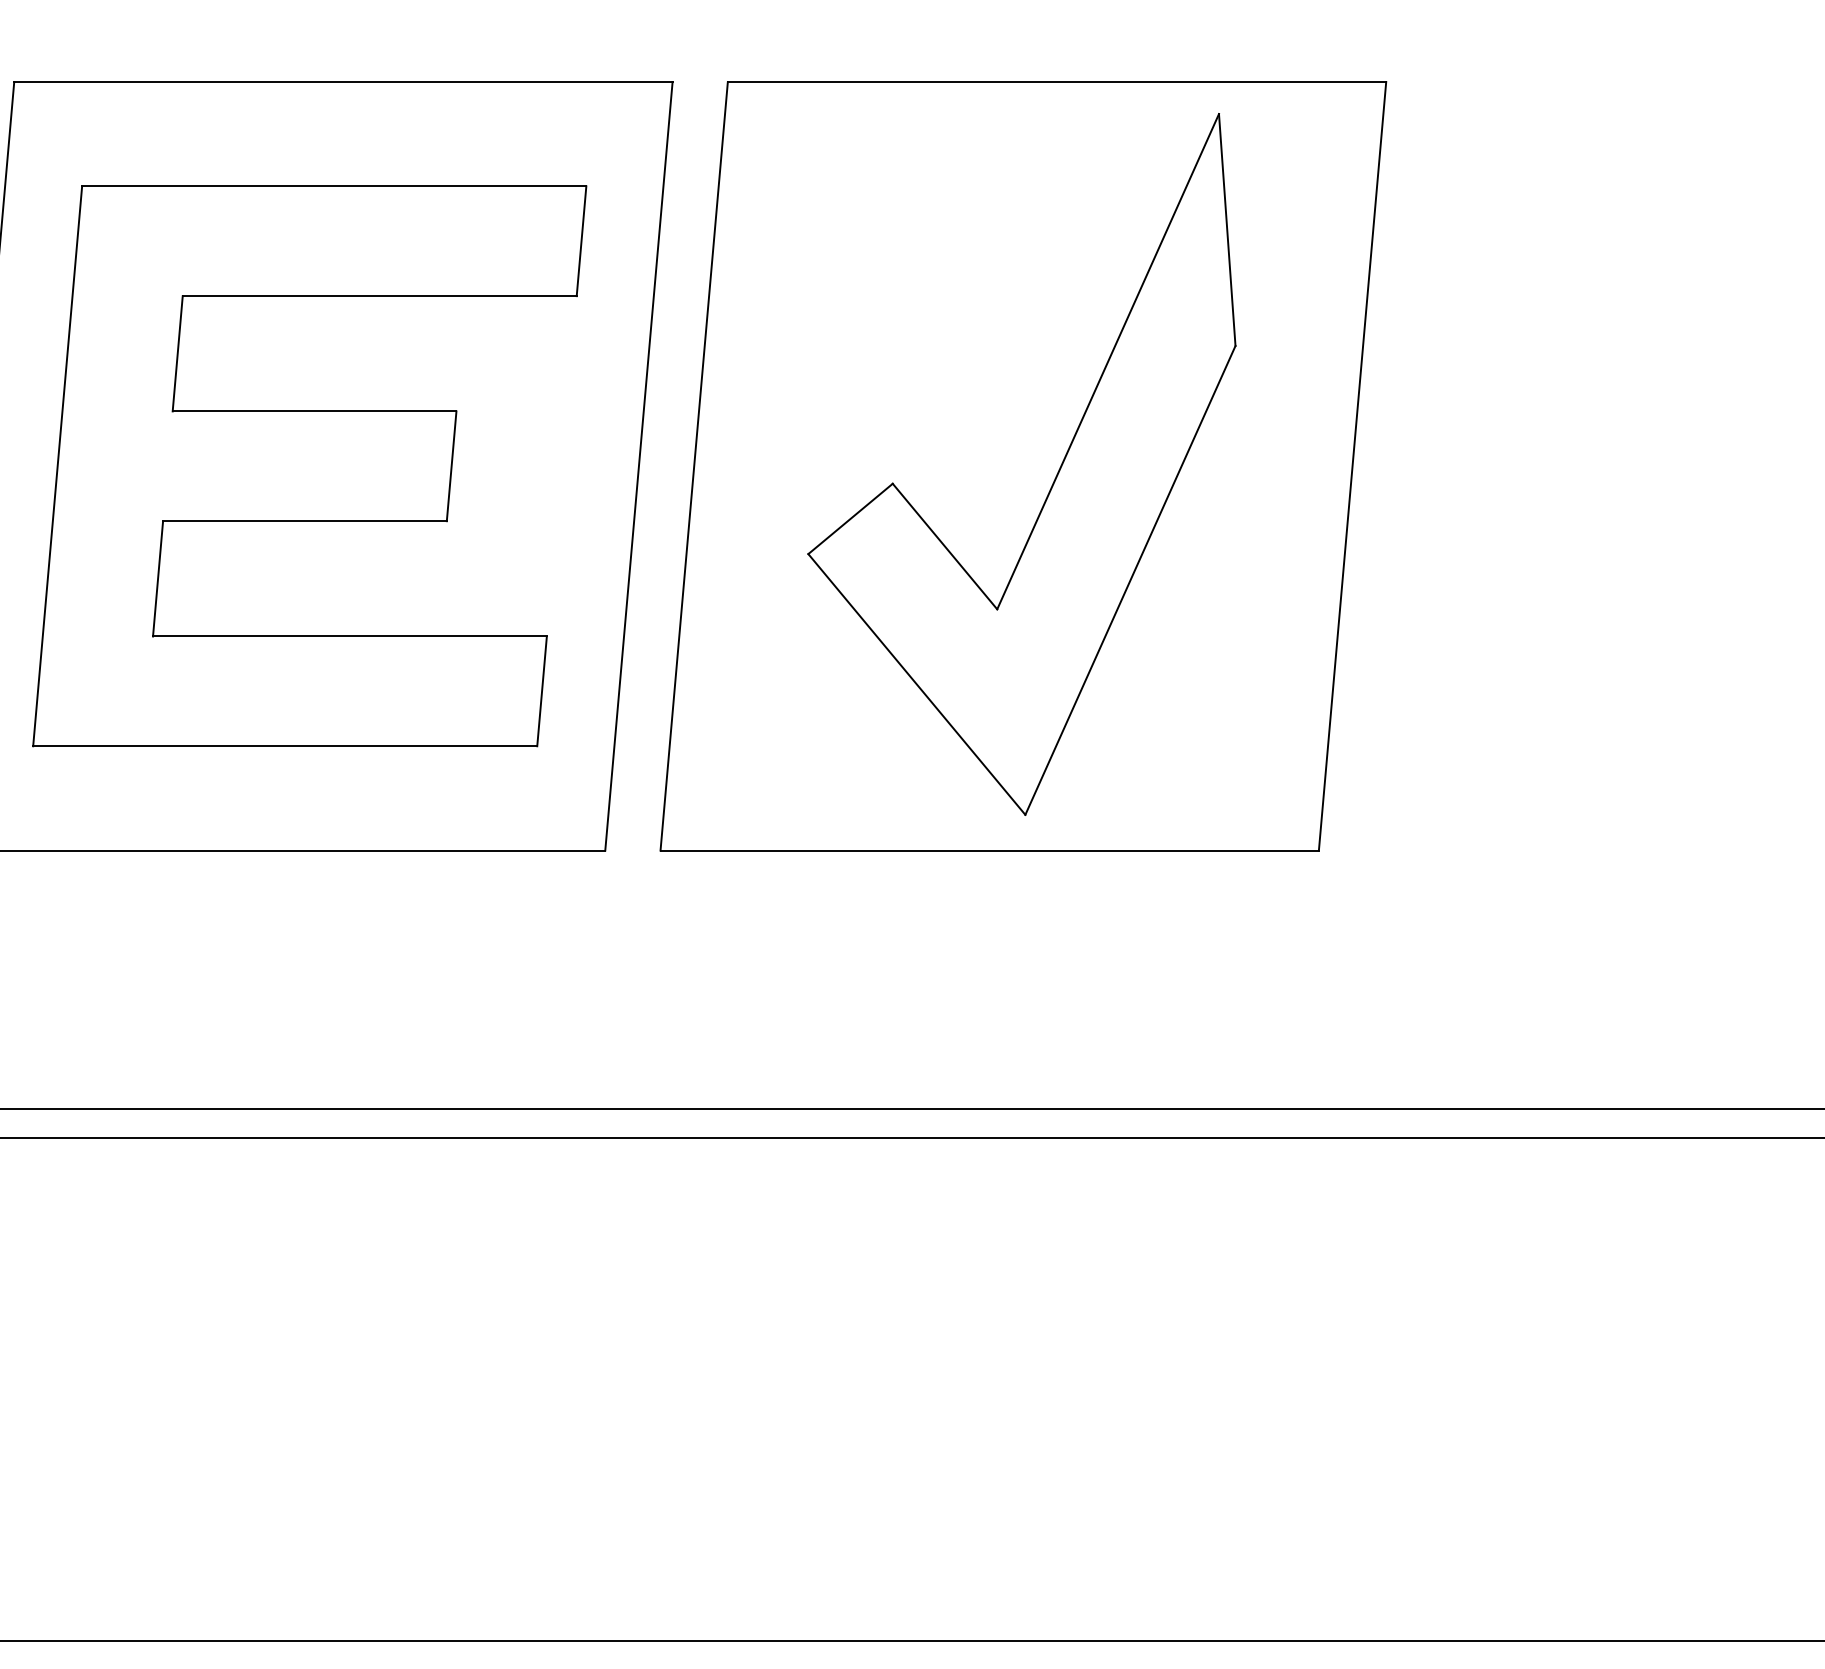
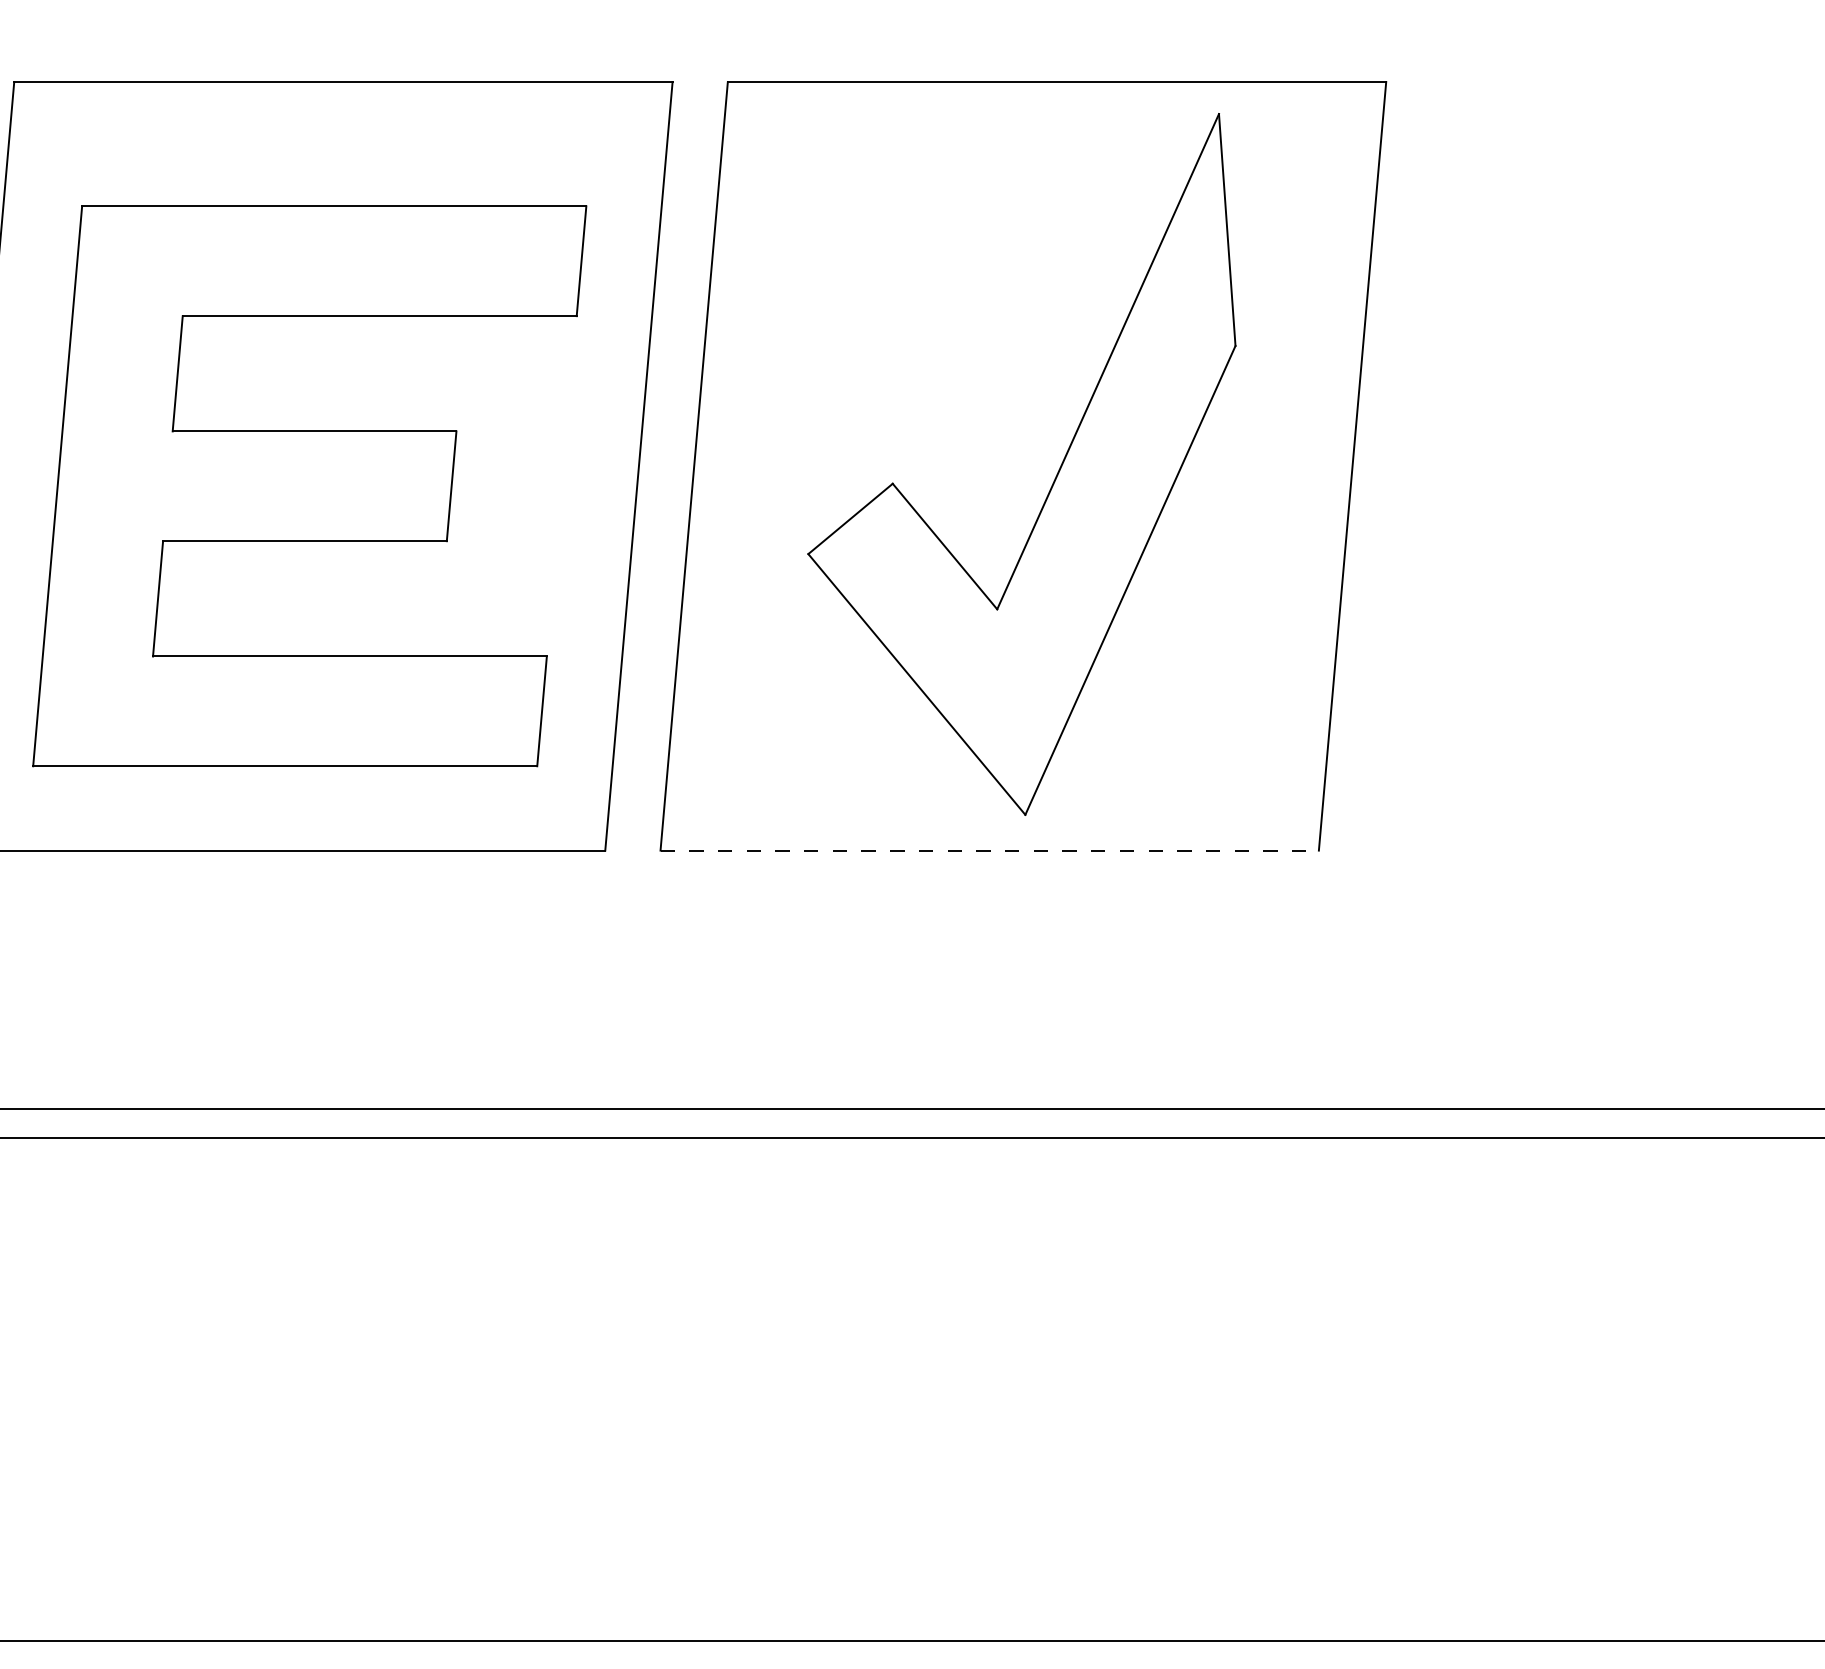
part at (309, 466) position: (309, 466) -> (309, 486)
line at (990, 850): solid -> dashed
